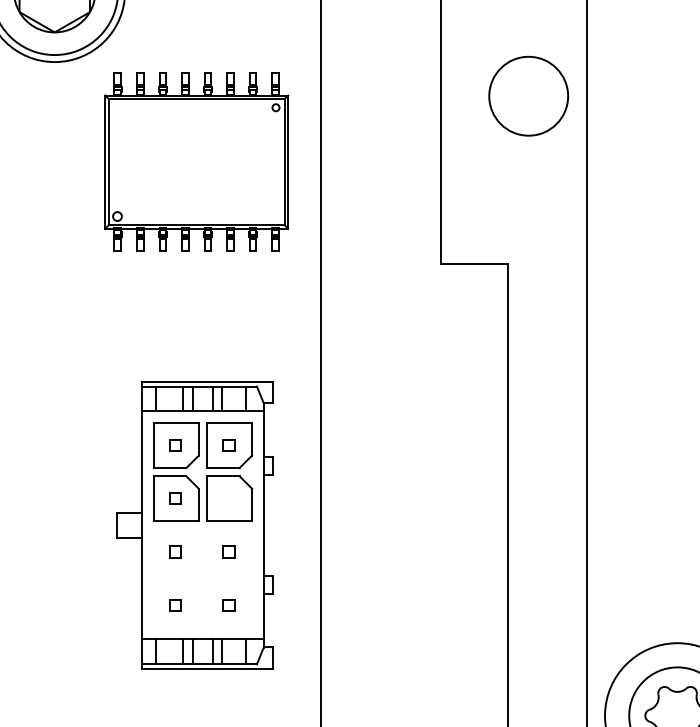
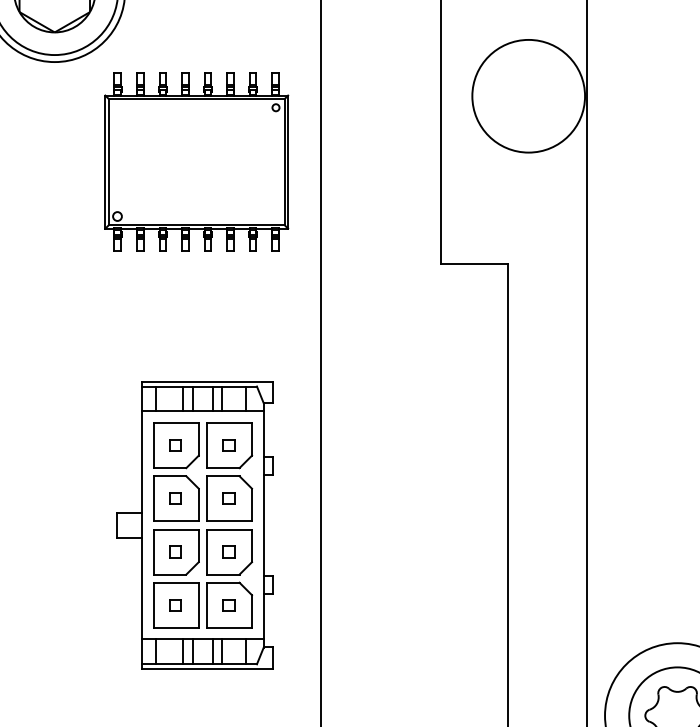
circle at (528, 95) diameter: 79 px -> 113 px
part at (228, 498): none -> present
part at (203, 578): none -> present
